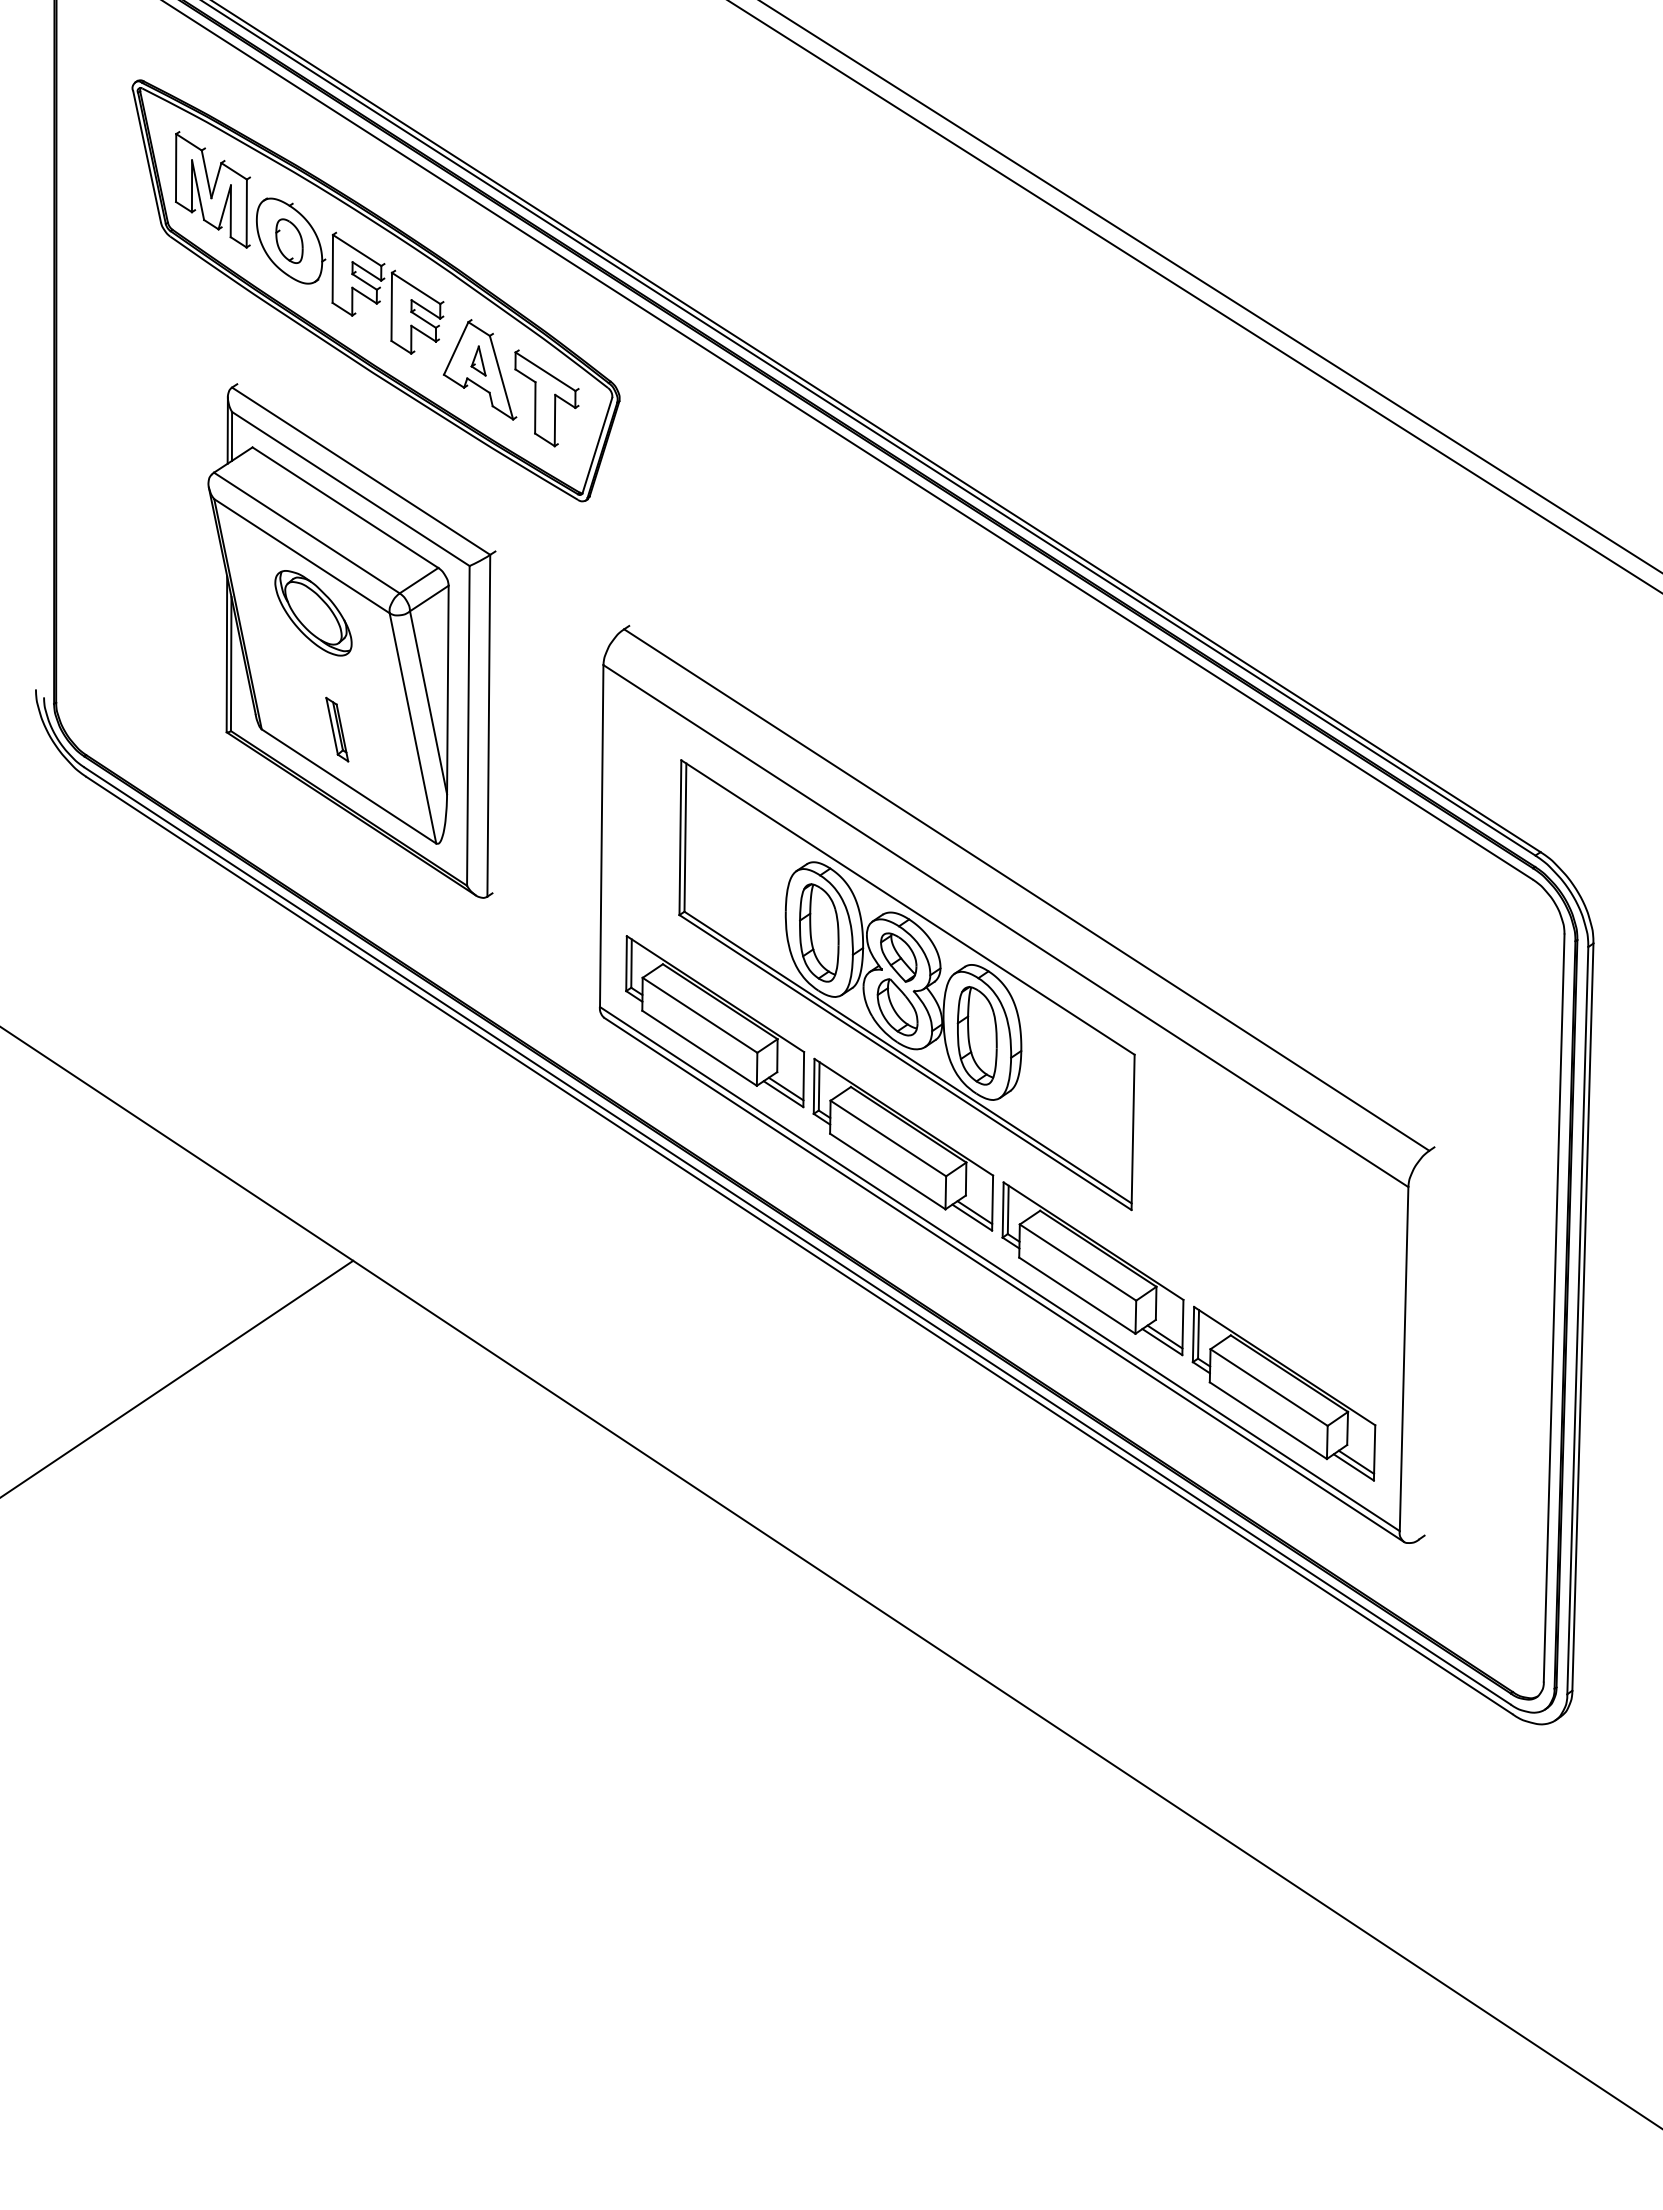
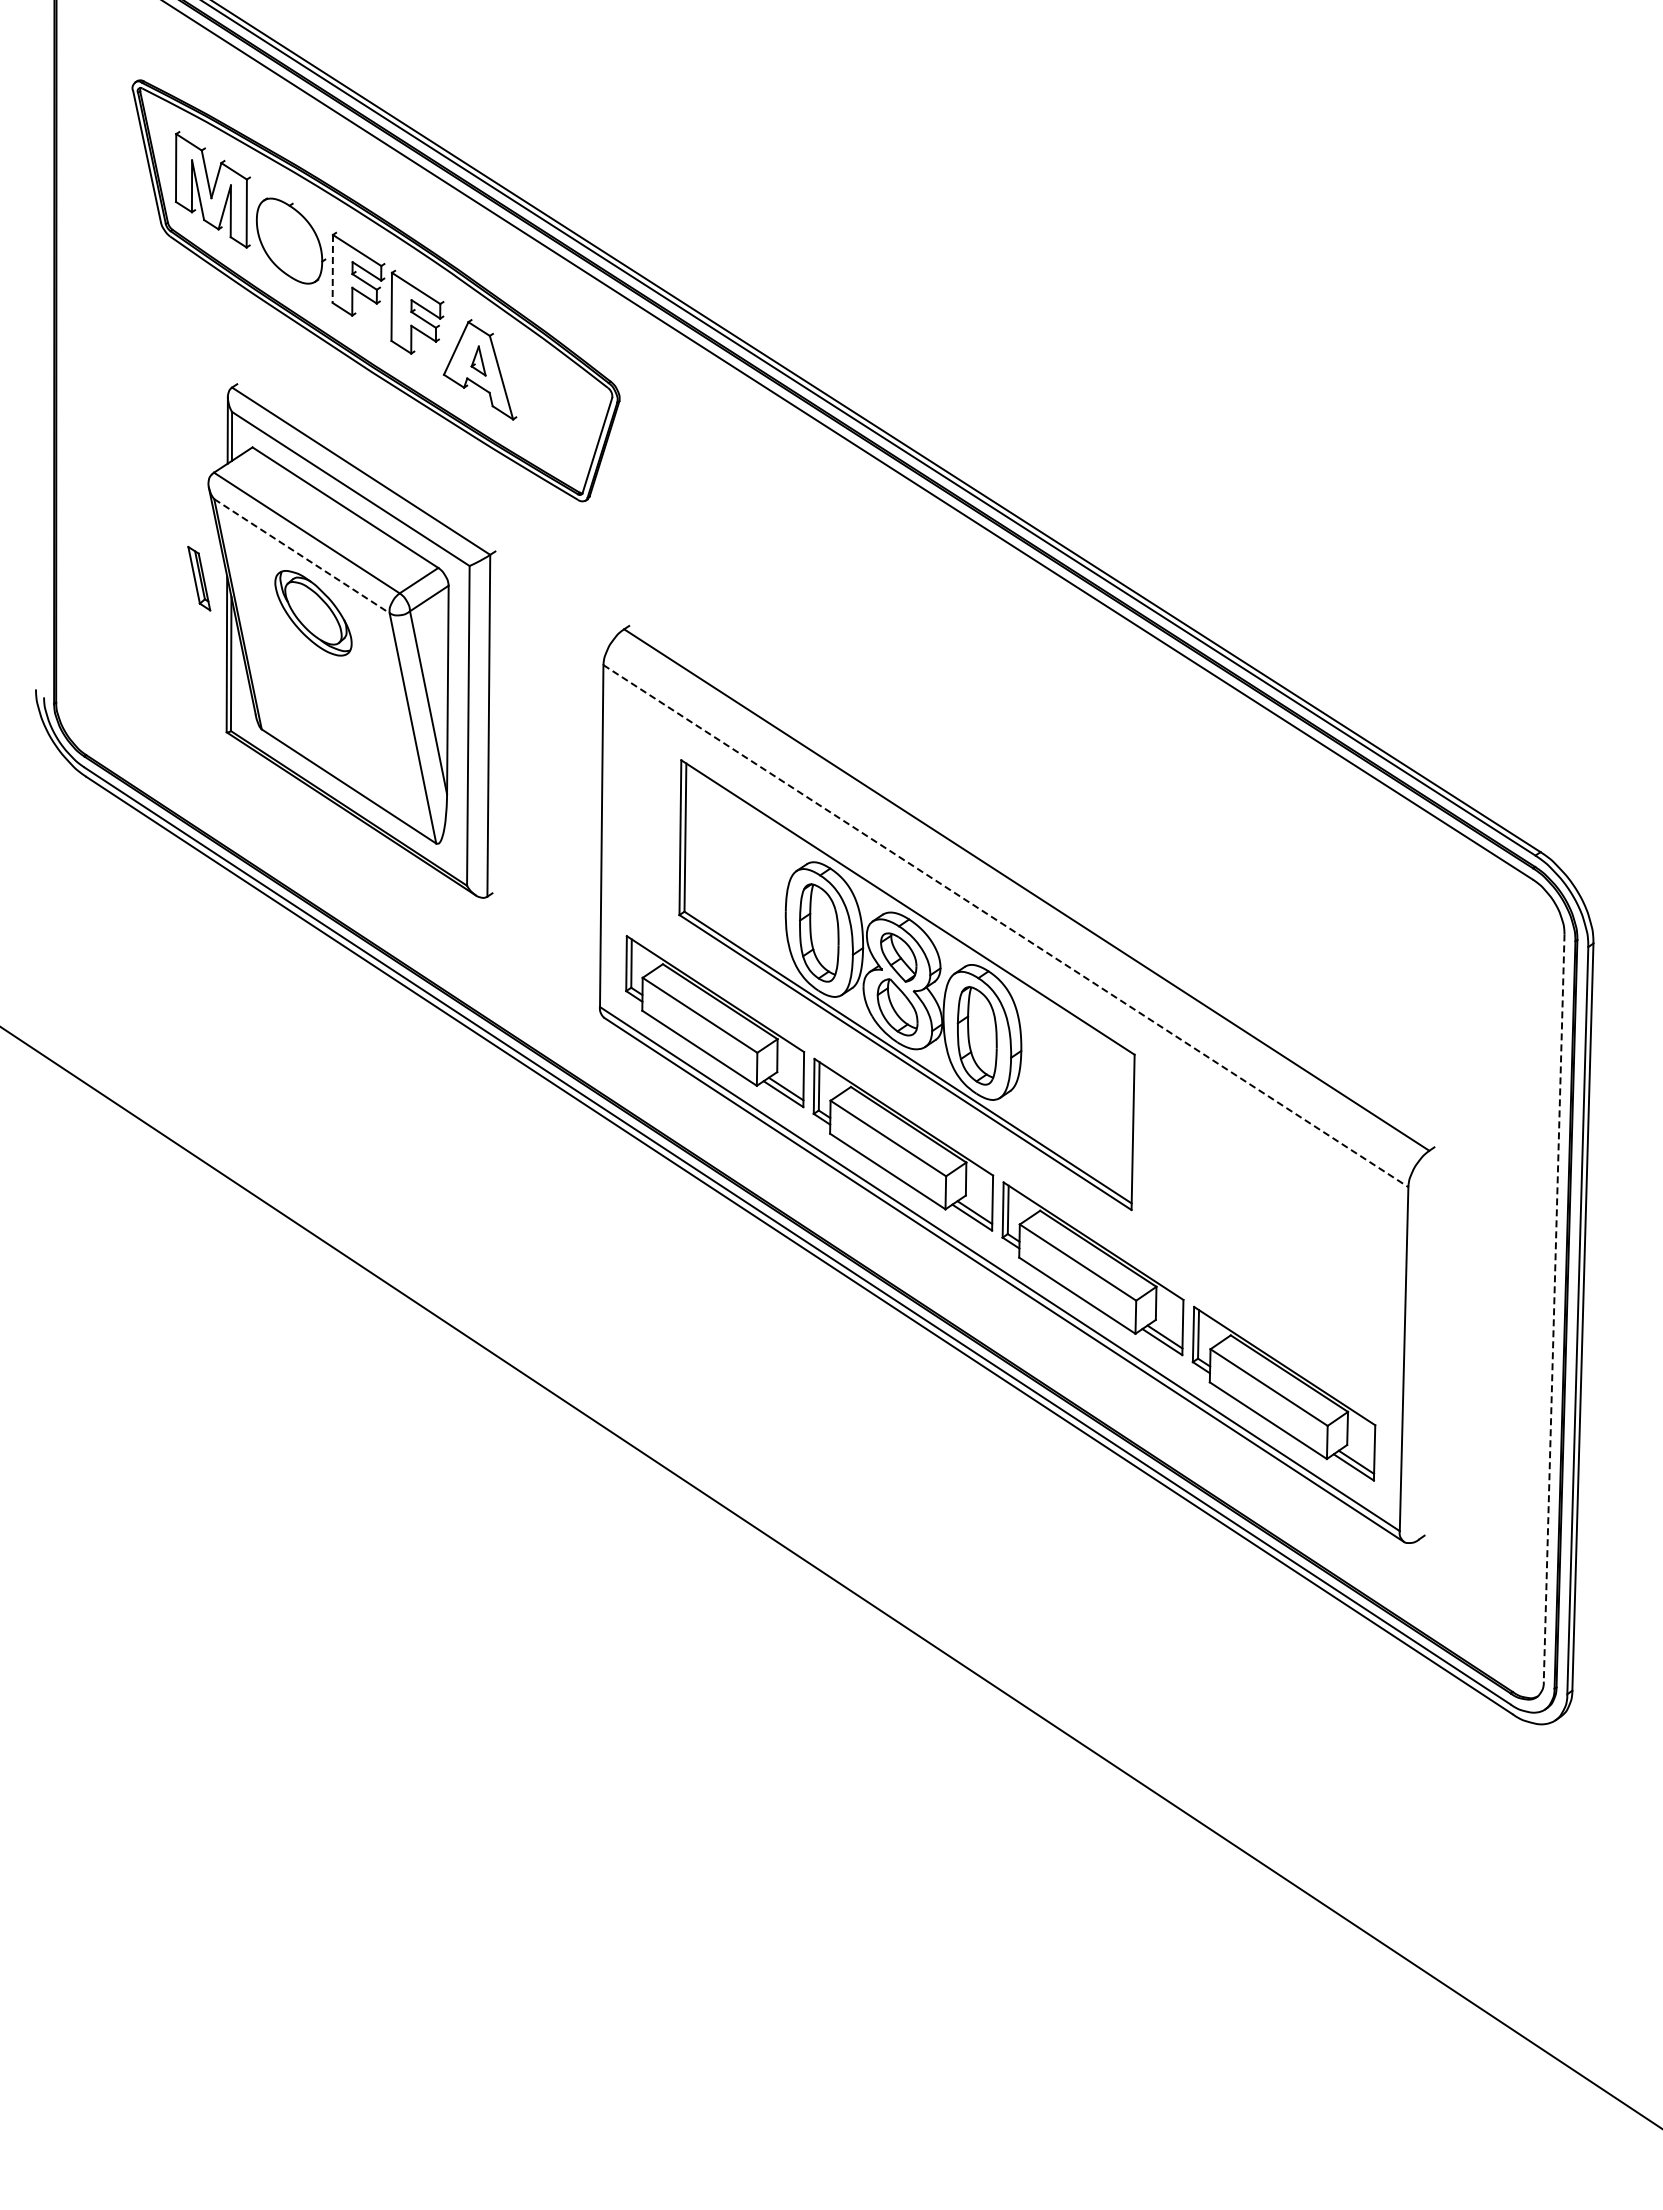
part at (289, 240): present -> none
line at (332, 268): solid -> dashed
line at (1210, 286): present -> none
line at (1194, 296): present -> none
part at (546, 398): present -> none
line at (301, 556): solid -> dashed
part at (337, 729) position: (337, 729) -> (199, 578)
line at (1005, 926): solid -> dashed
line at (1554, 1308): solid -> dashed
line at (177, 1378): present -> none
